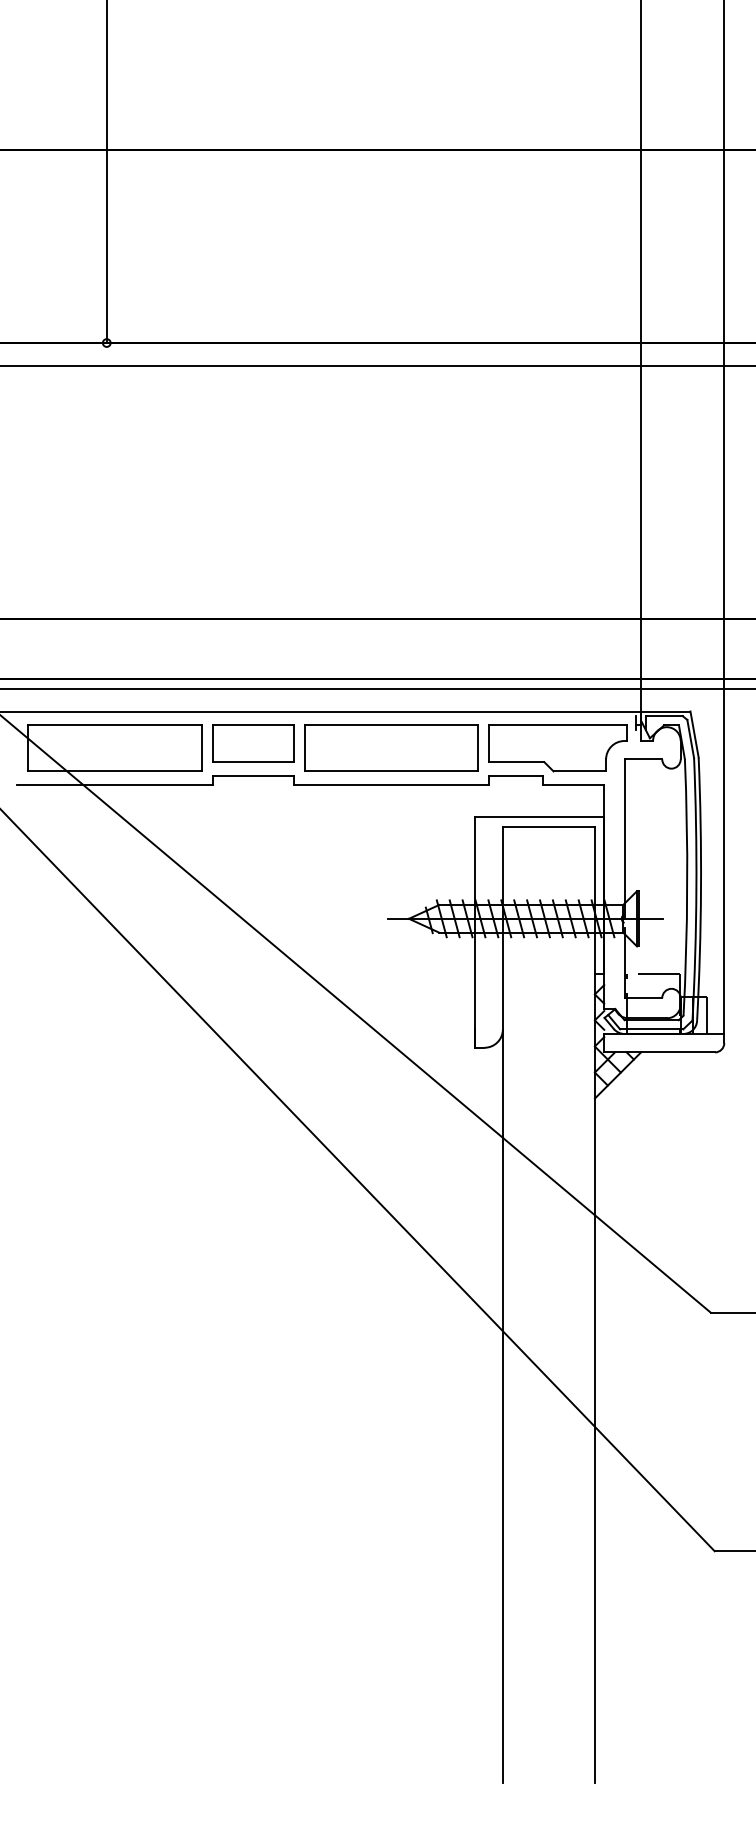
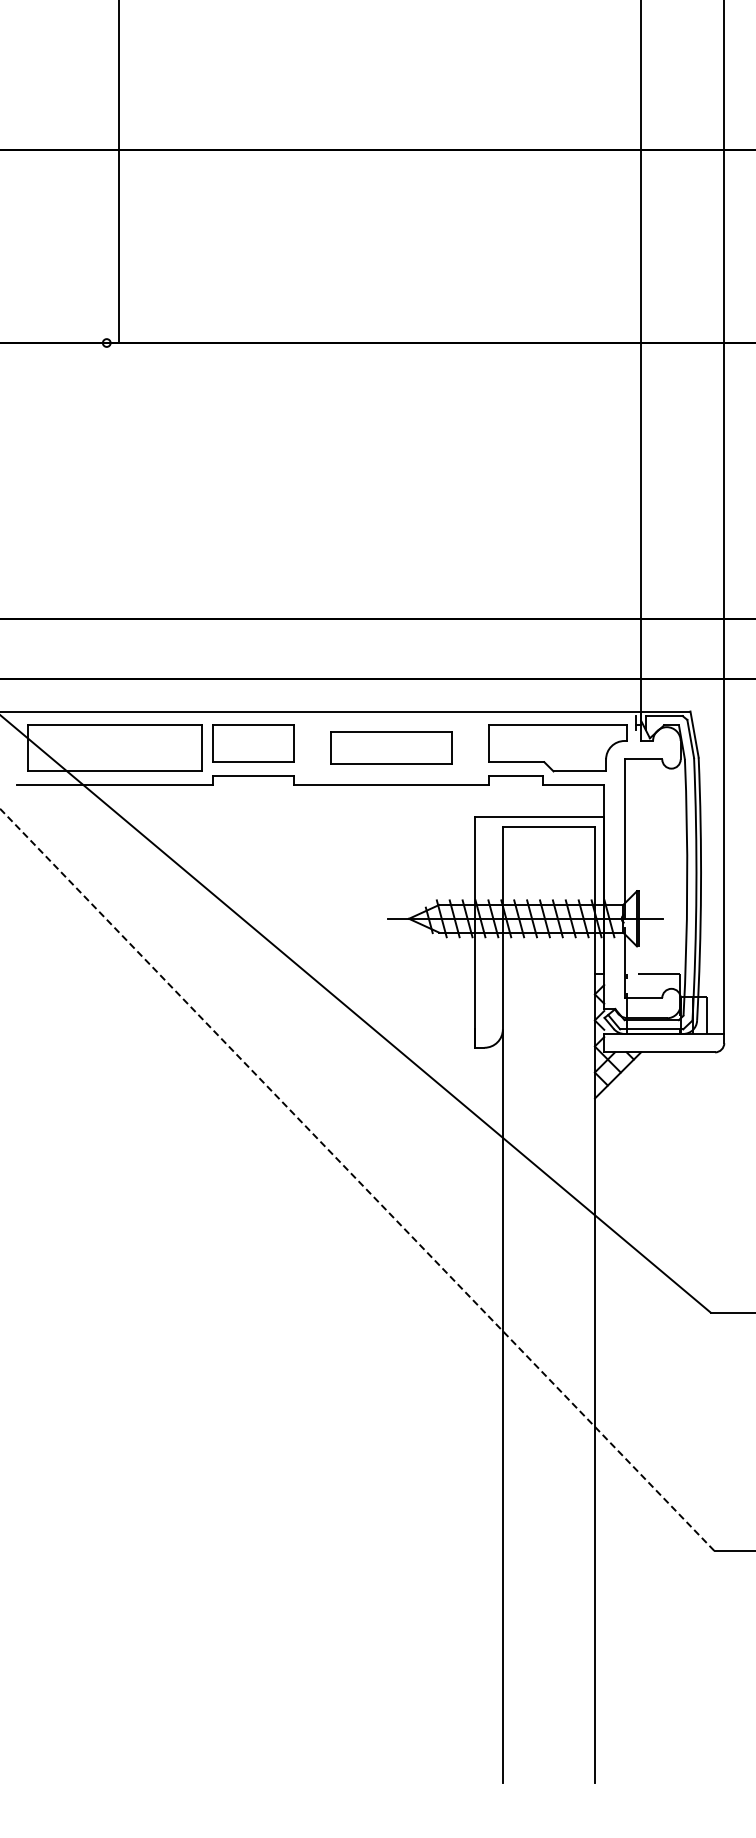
line at (106, 172) position: (106, 172) -> (118, 172)
line at (377, 366): present -> none
line at (377, 688): present -> none
part at (391, 747) size: 175x48 px -> 123x34 px
line at (357, 1180): solid -> dashed
